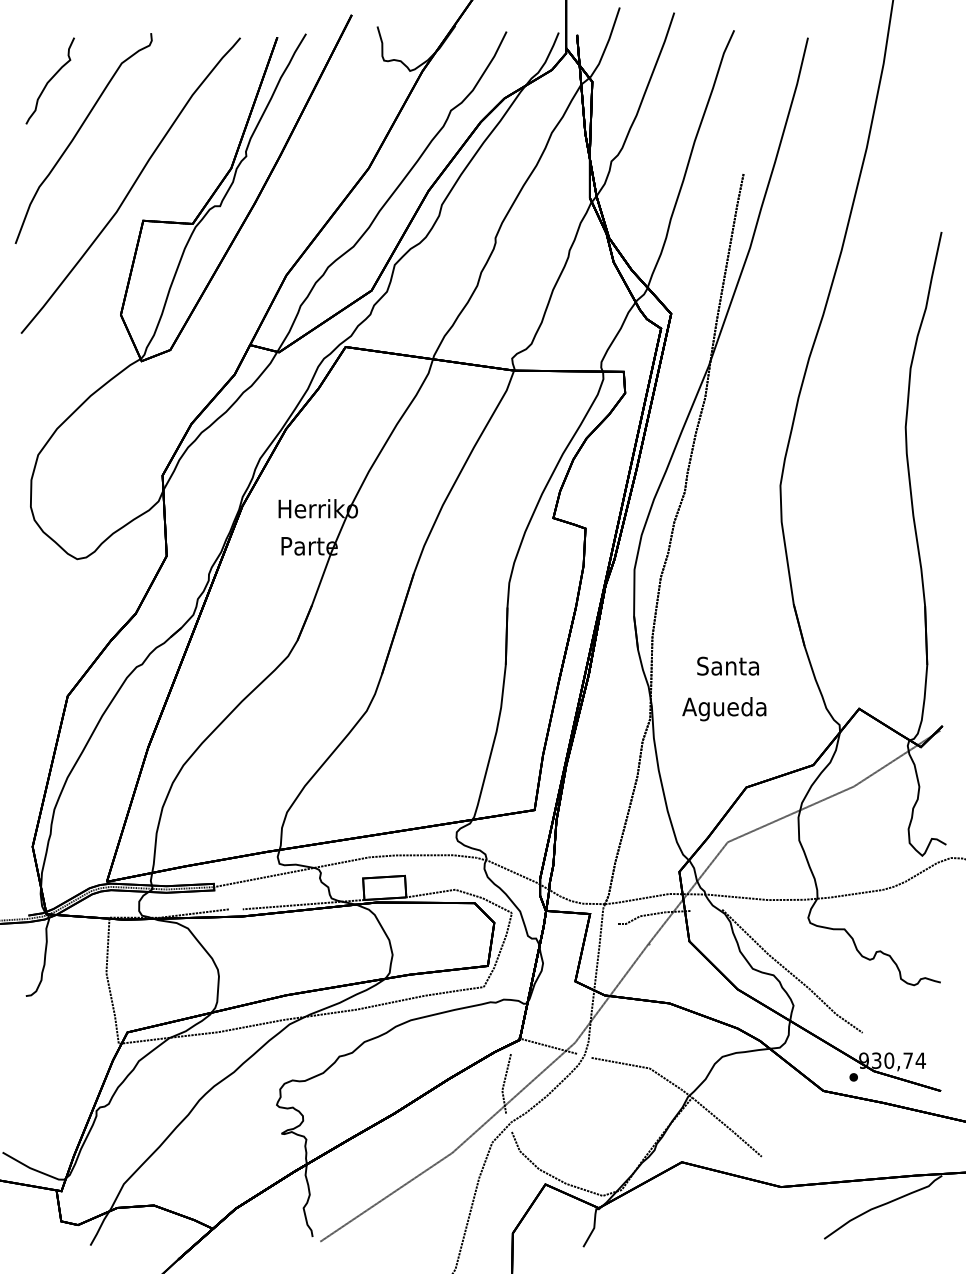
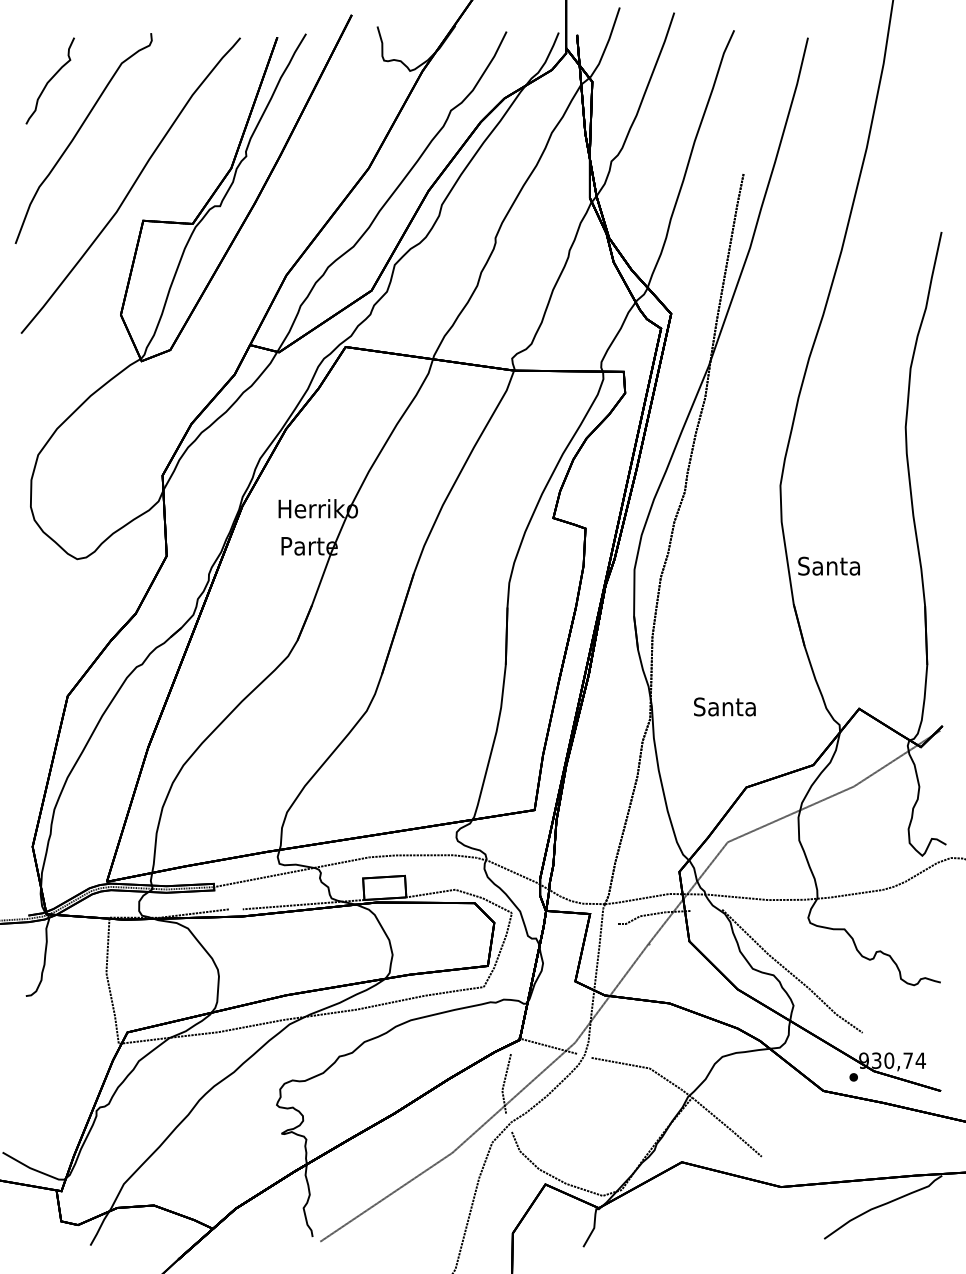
text at (727, 665) position: (727, 665) -> (828, 565)
text at (724, 709): Agueda -> Santa
